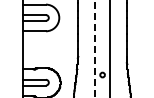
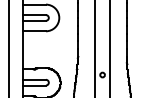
line at (8, 48): none -> present
line at (94, 48): dashed -> solid
